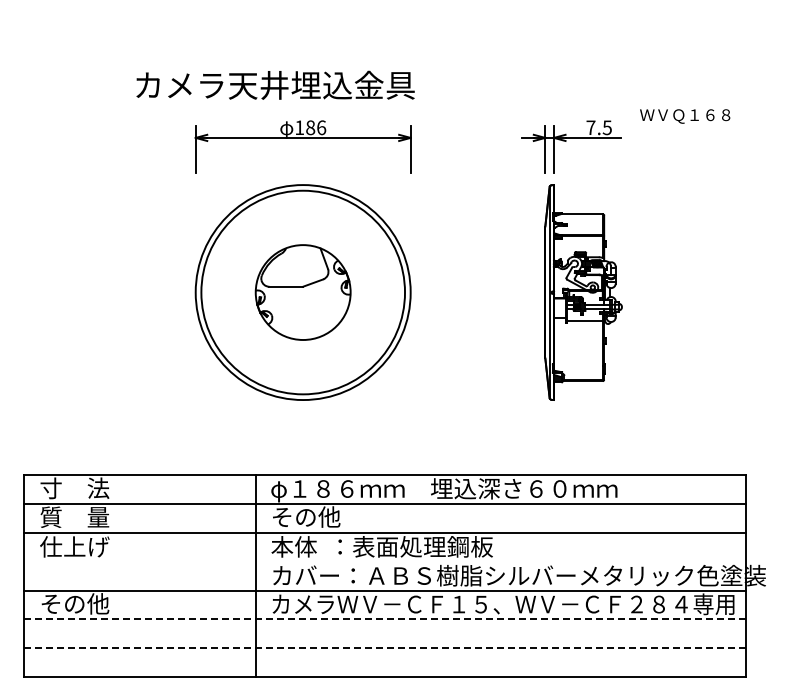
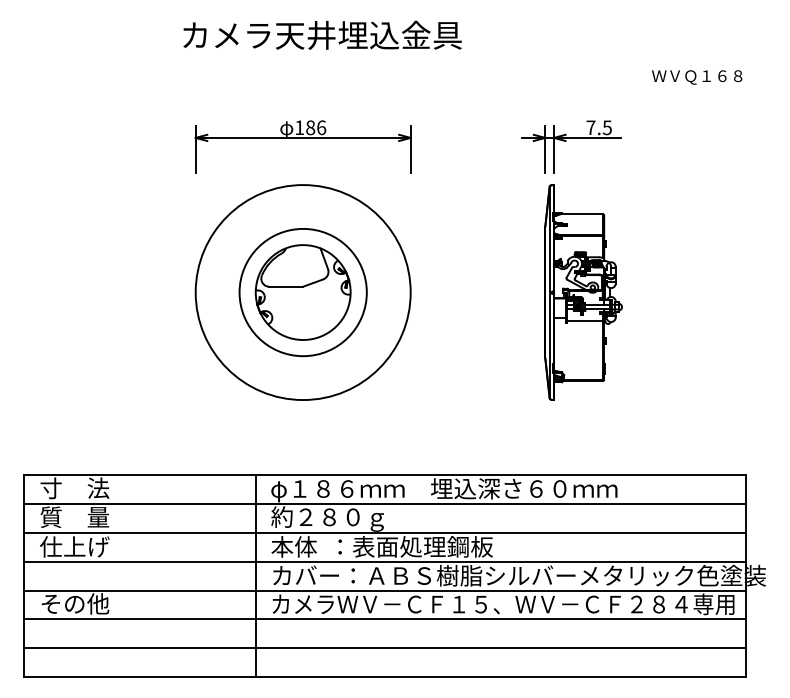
text at (275, 84) position: (275, 84) -> (322, 34)
text at (685, 116) position: (685, 116) -> (697, 77)
circle at (303, 292) diameter: 204 px -> 127 px
text at (327, 518): その他 -> 約２８０ｇ
line at (384, 561): none -> present
line at (384, 619): dashed -> solid
line at (384, 648): dashed -> solid
